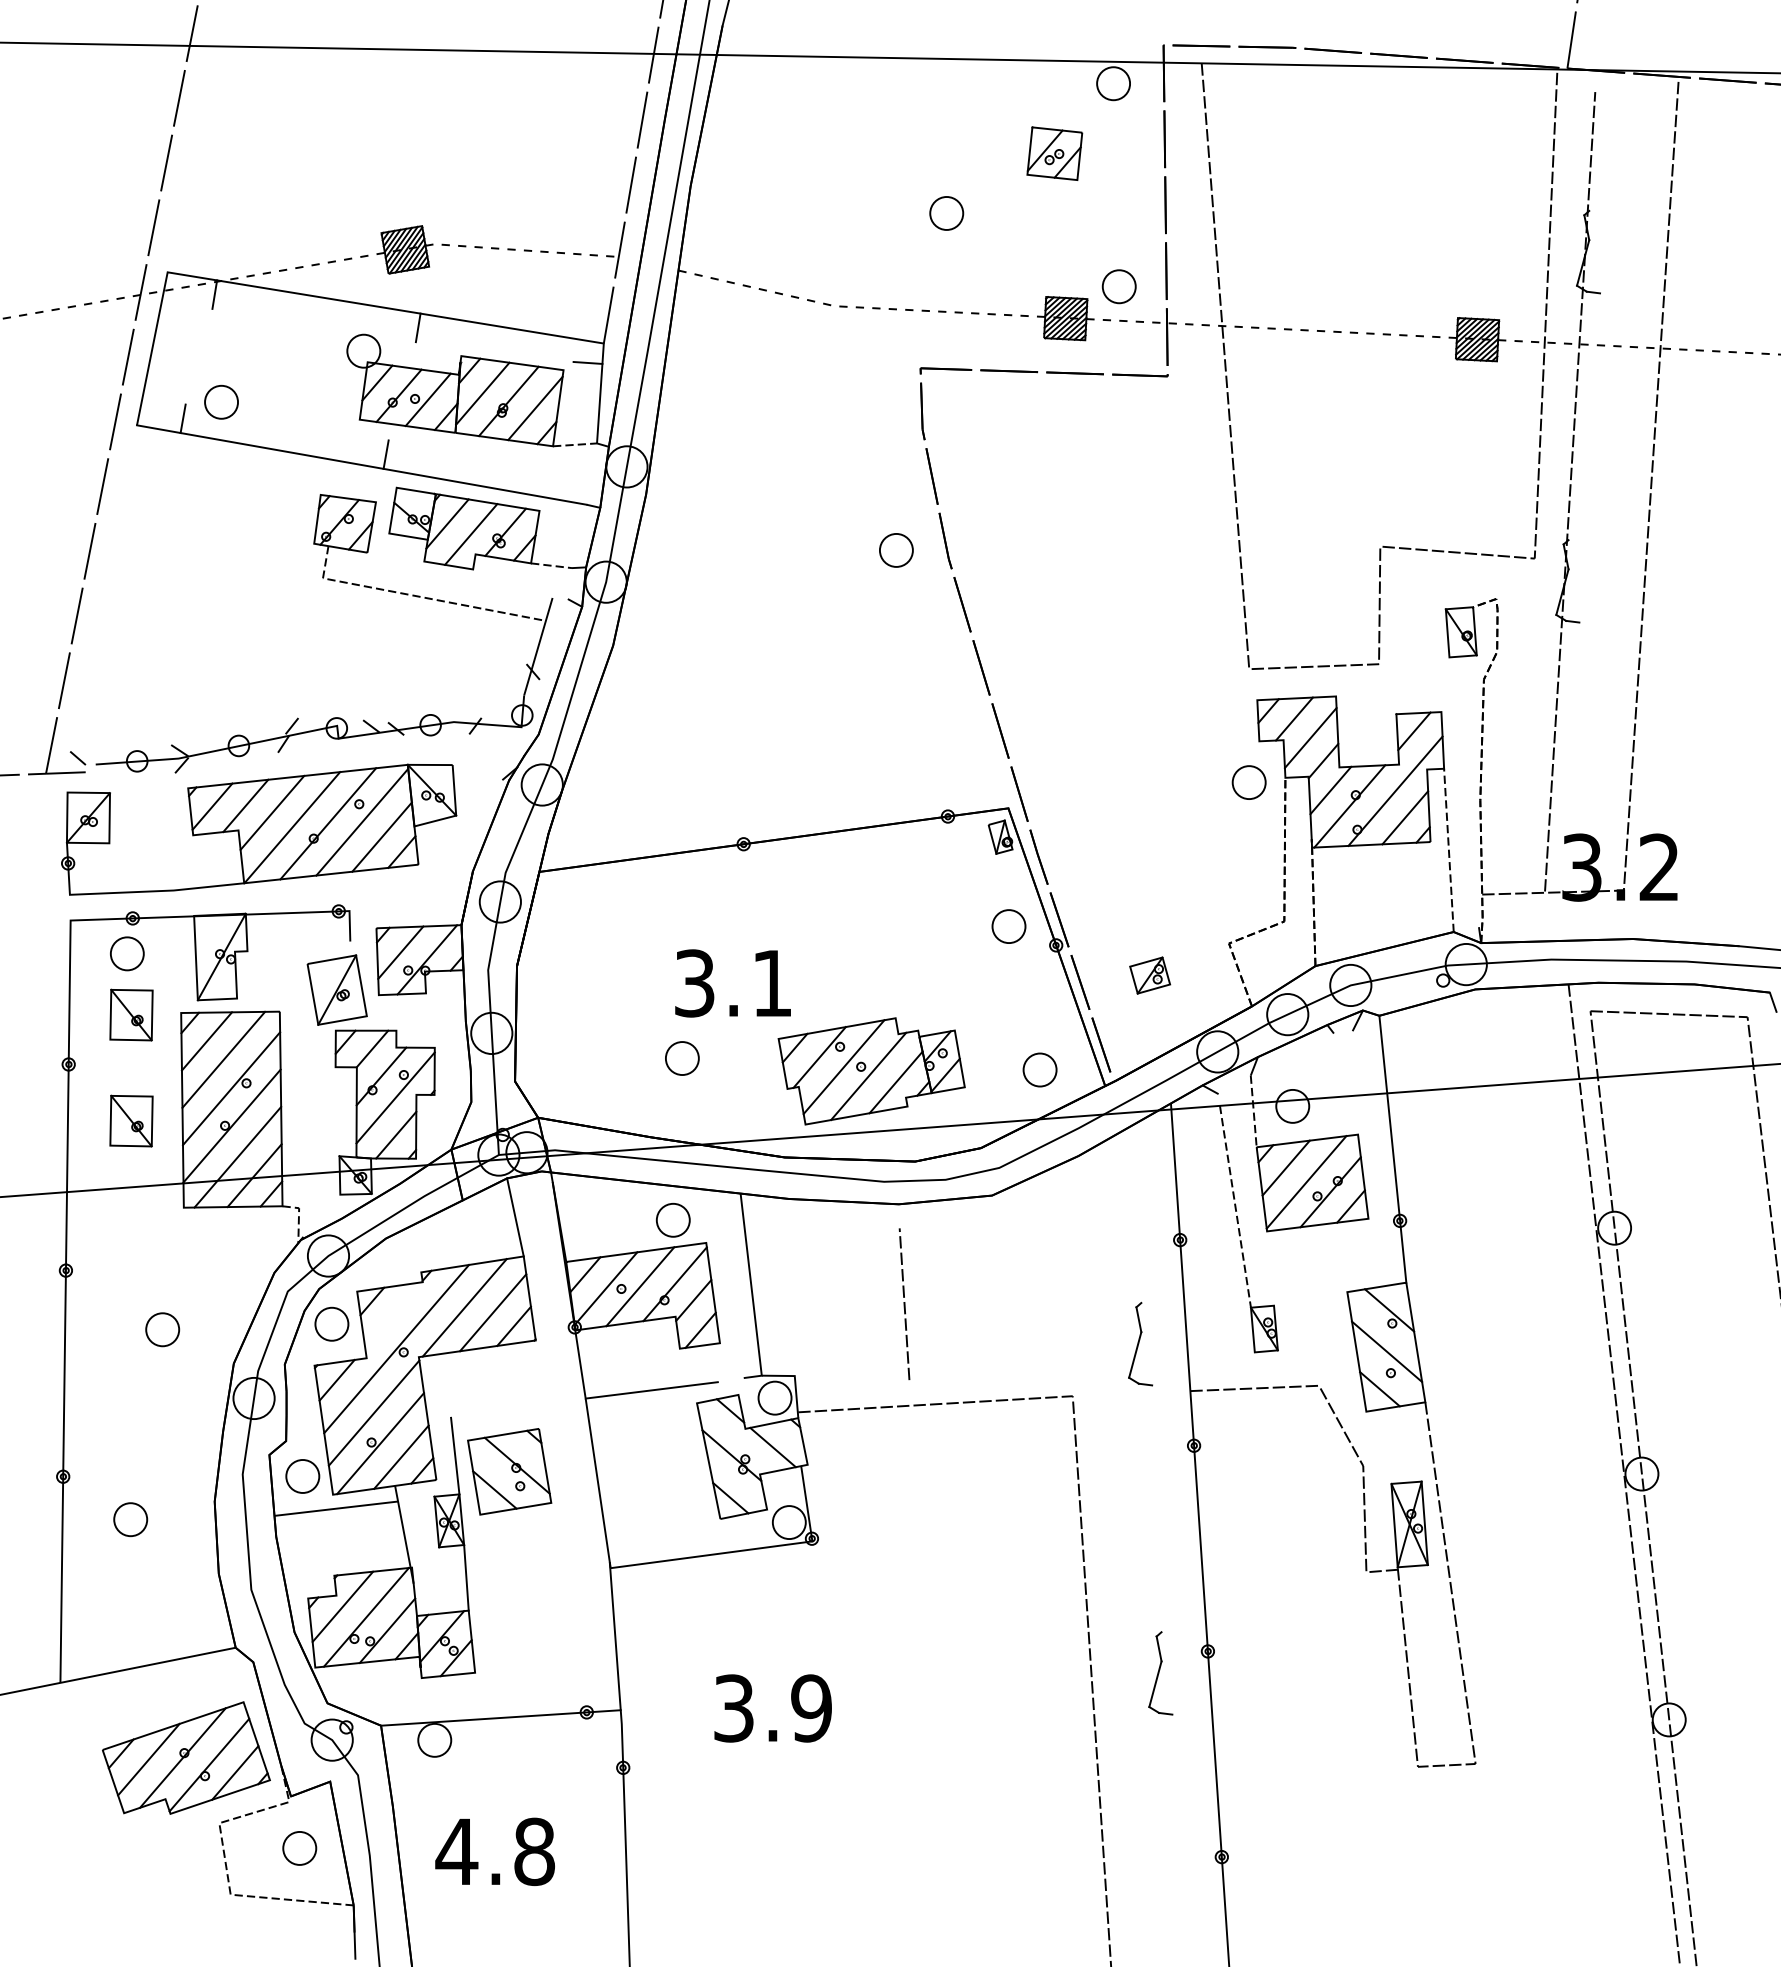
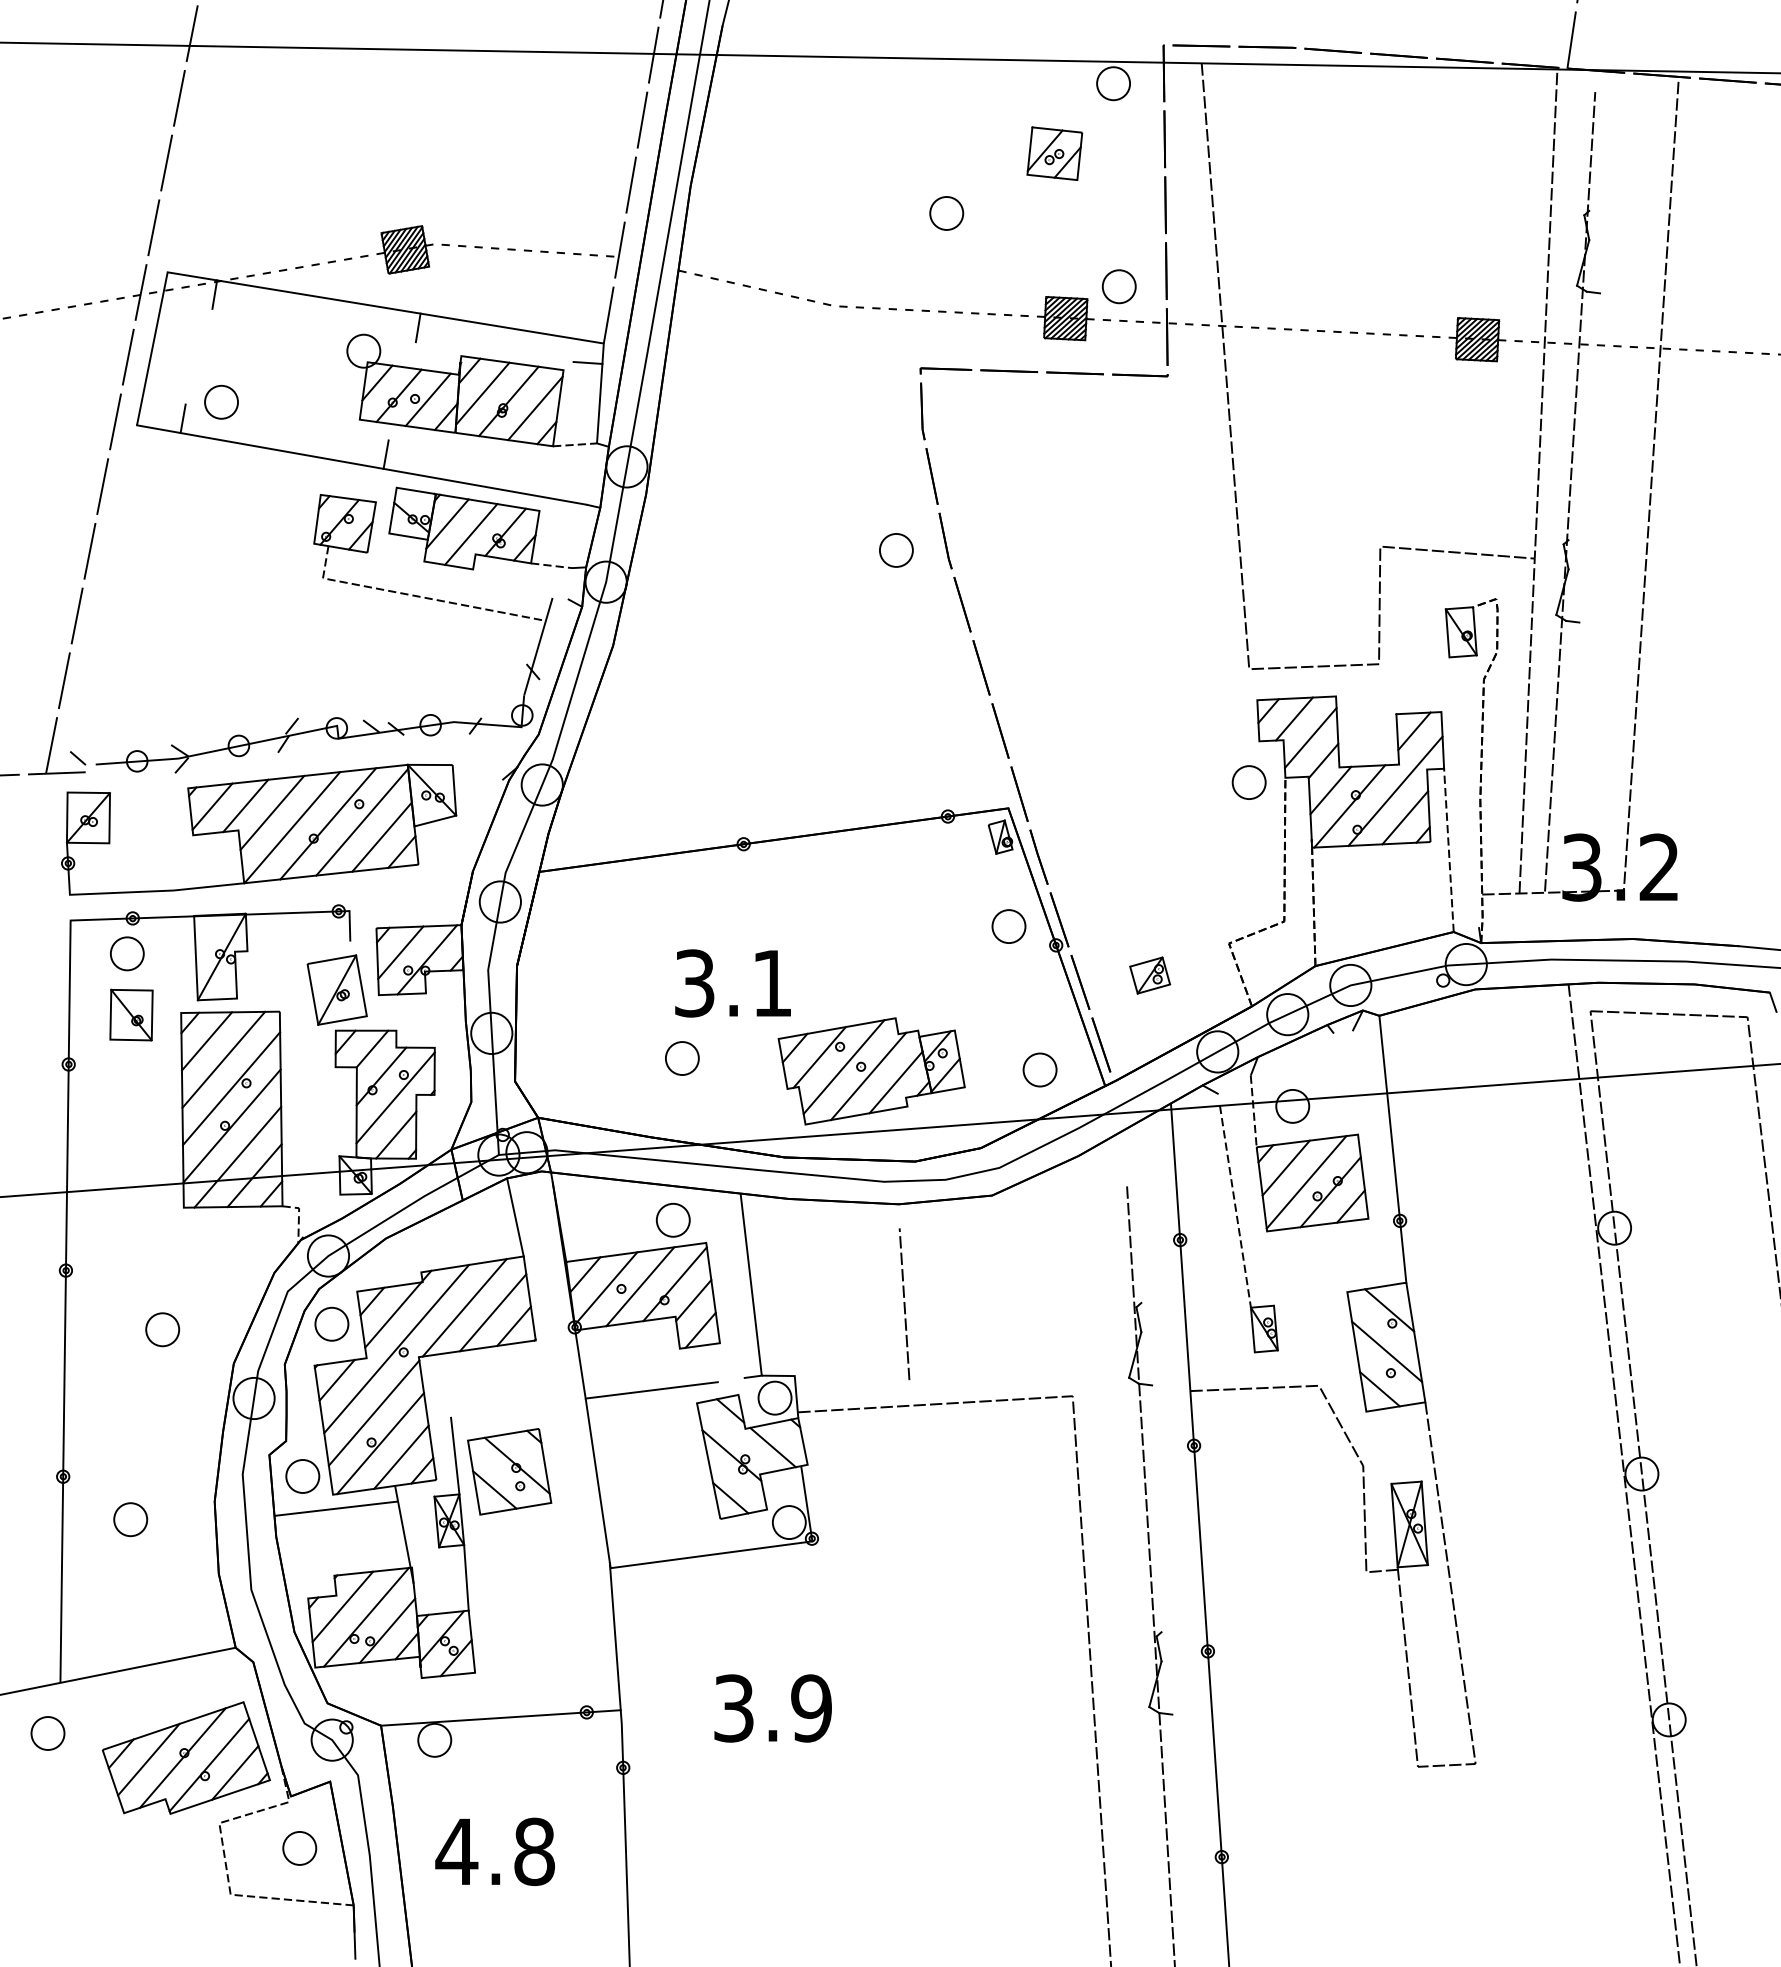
line at (1526, 725): none -> present
part at (131, 1120): present -> none
line at (393, 1314): none -> present
line at (1150, 1573): none -> present
part at (47, 1733): none -> present
